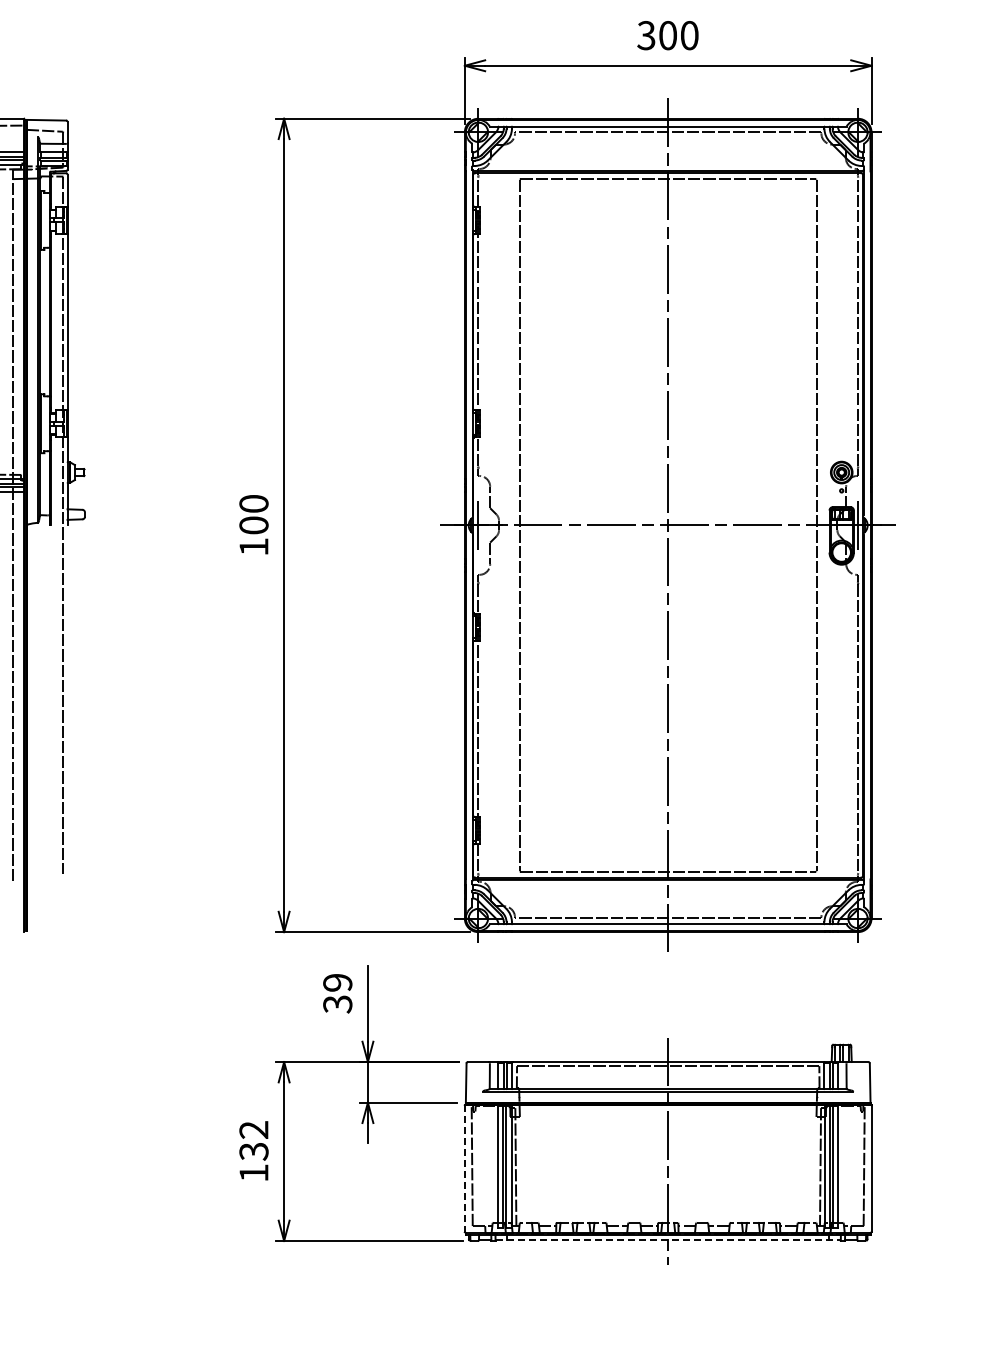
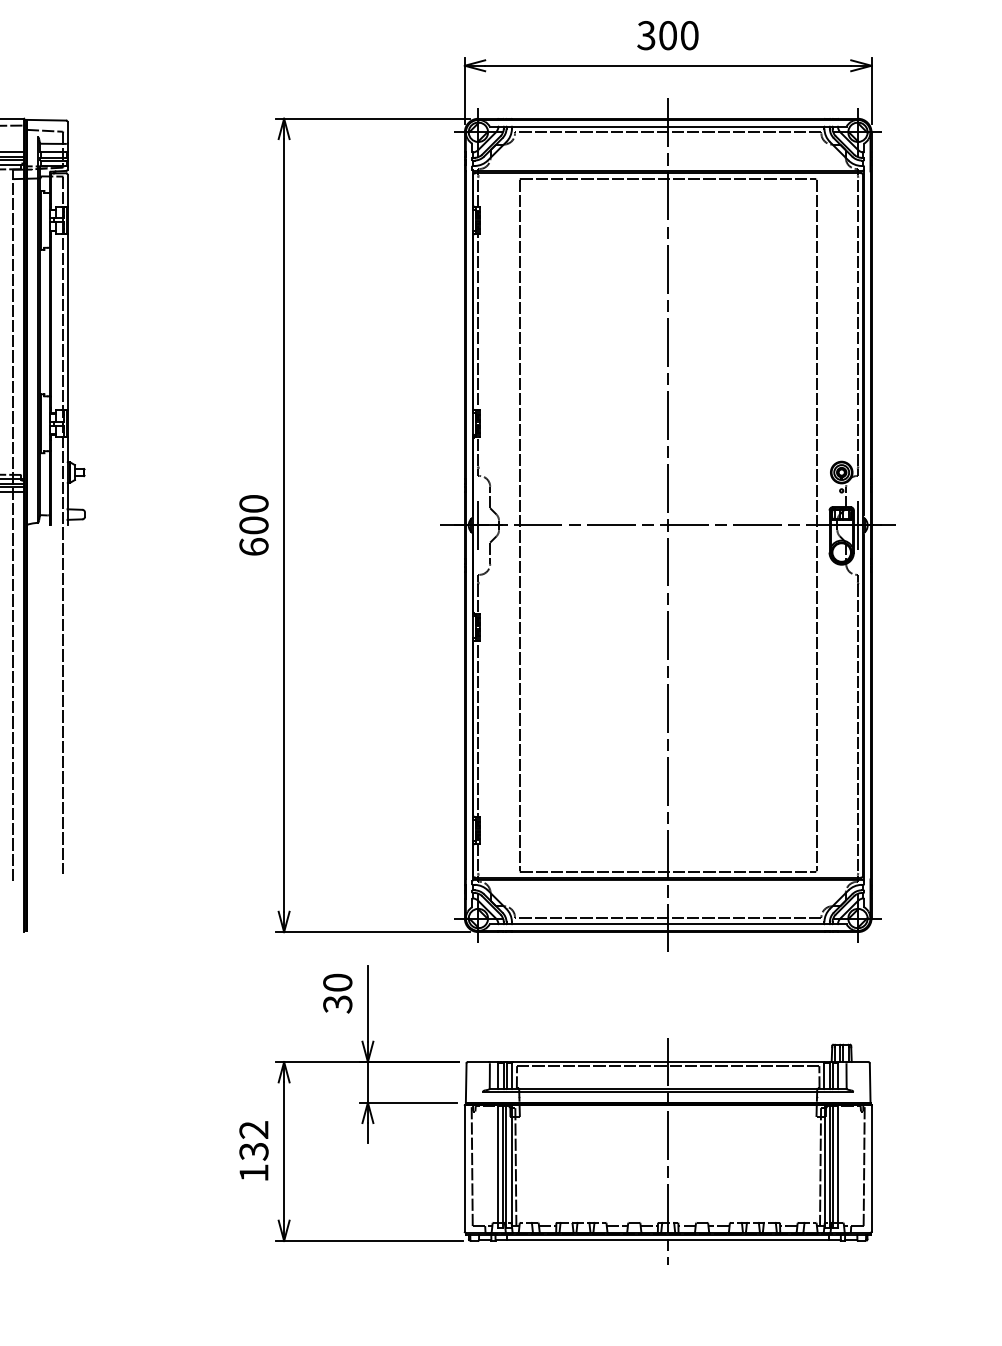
text at (253, 546): 100 -> 600
text at (337, 982): 39 -> 30
line at (464, 1169): dashed -> solid
line at (668, 1240): dashed -> solid
